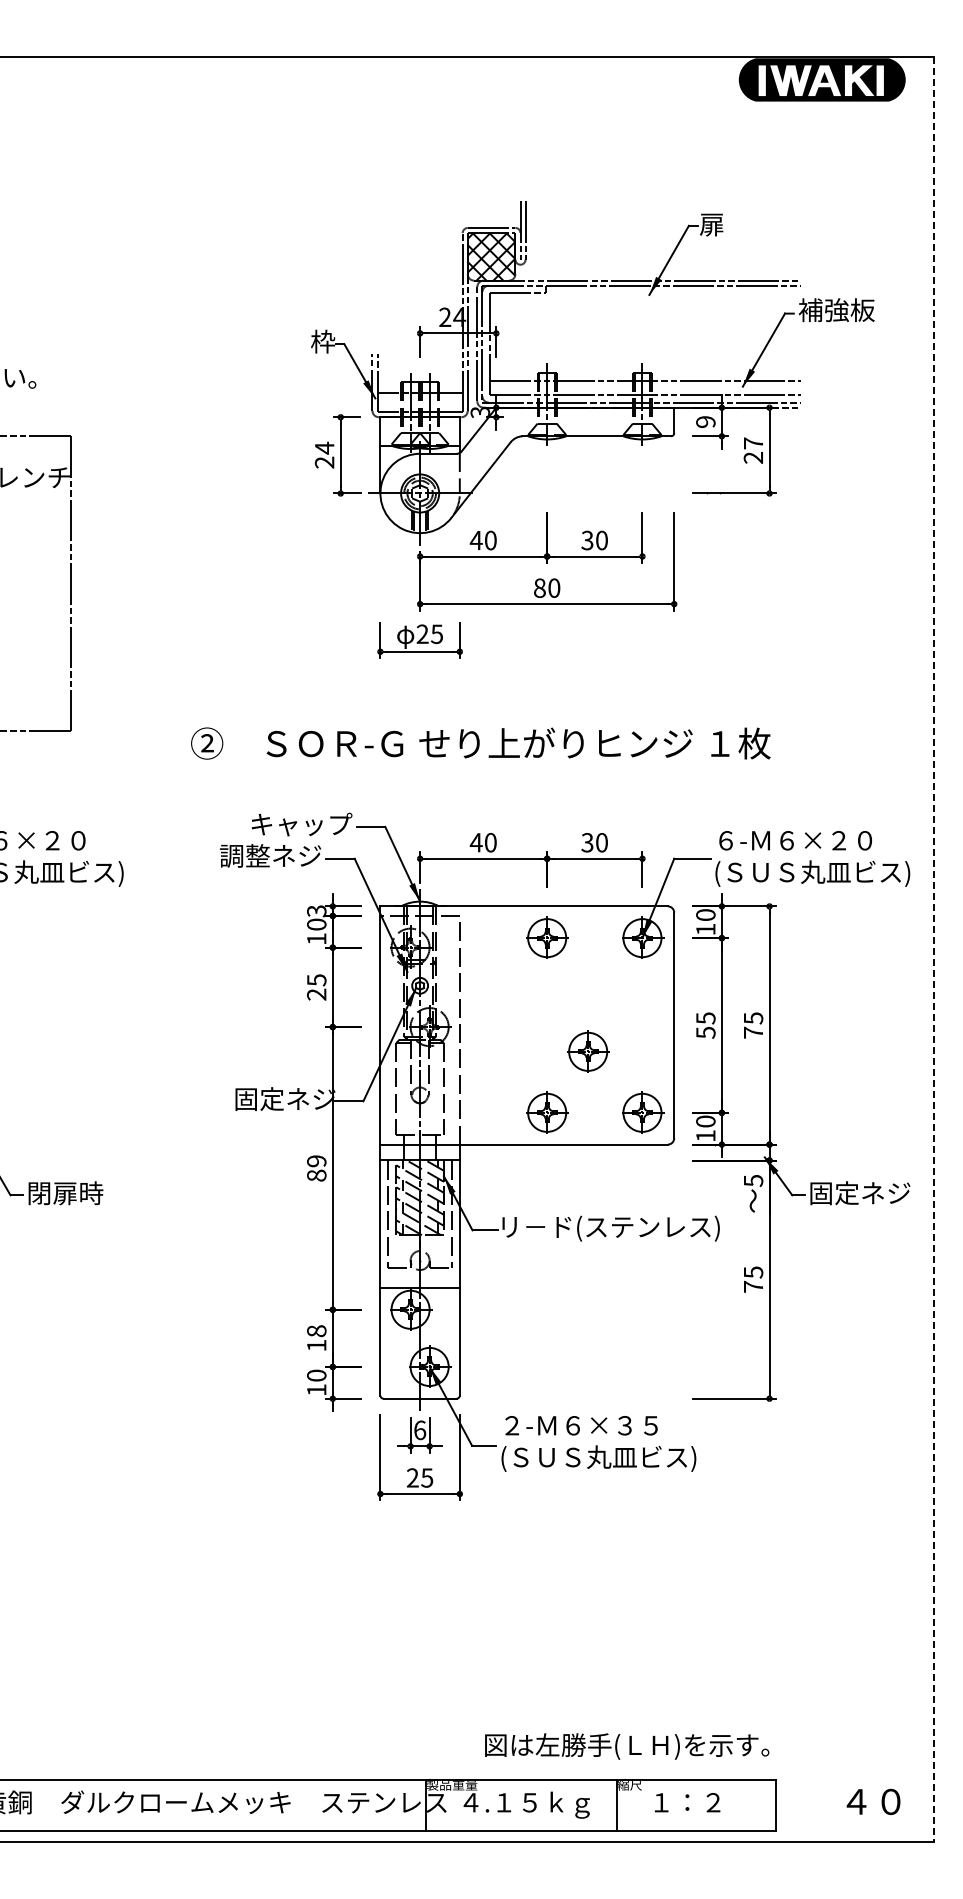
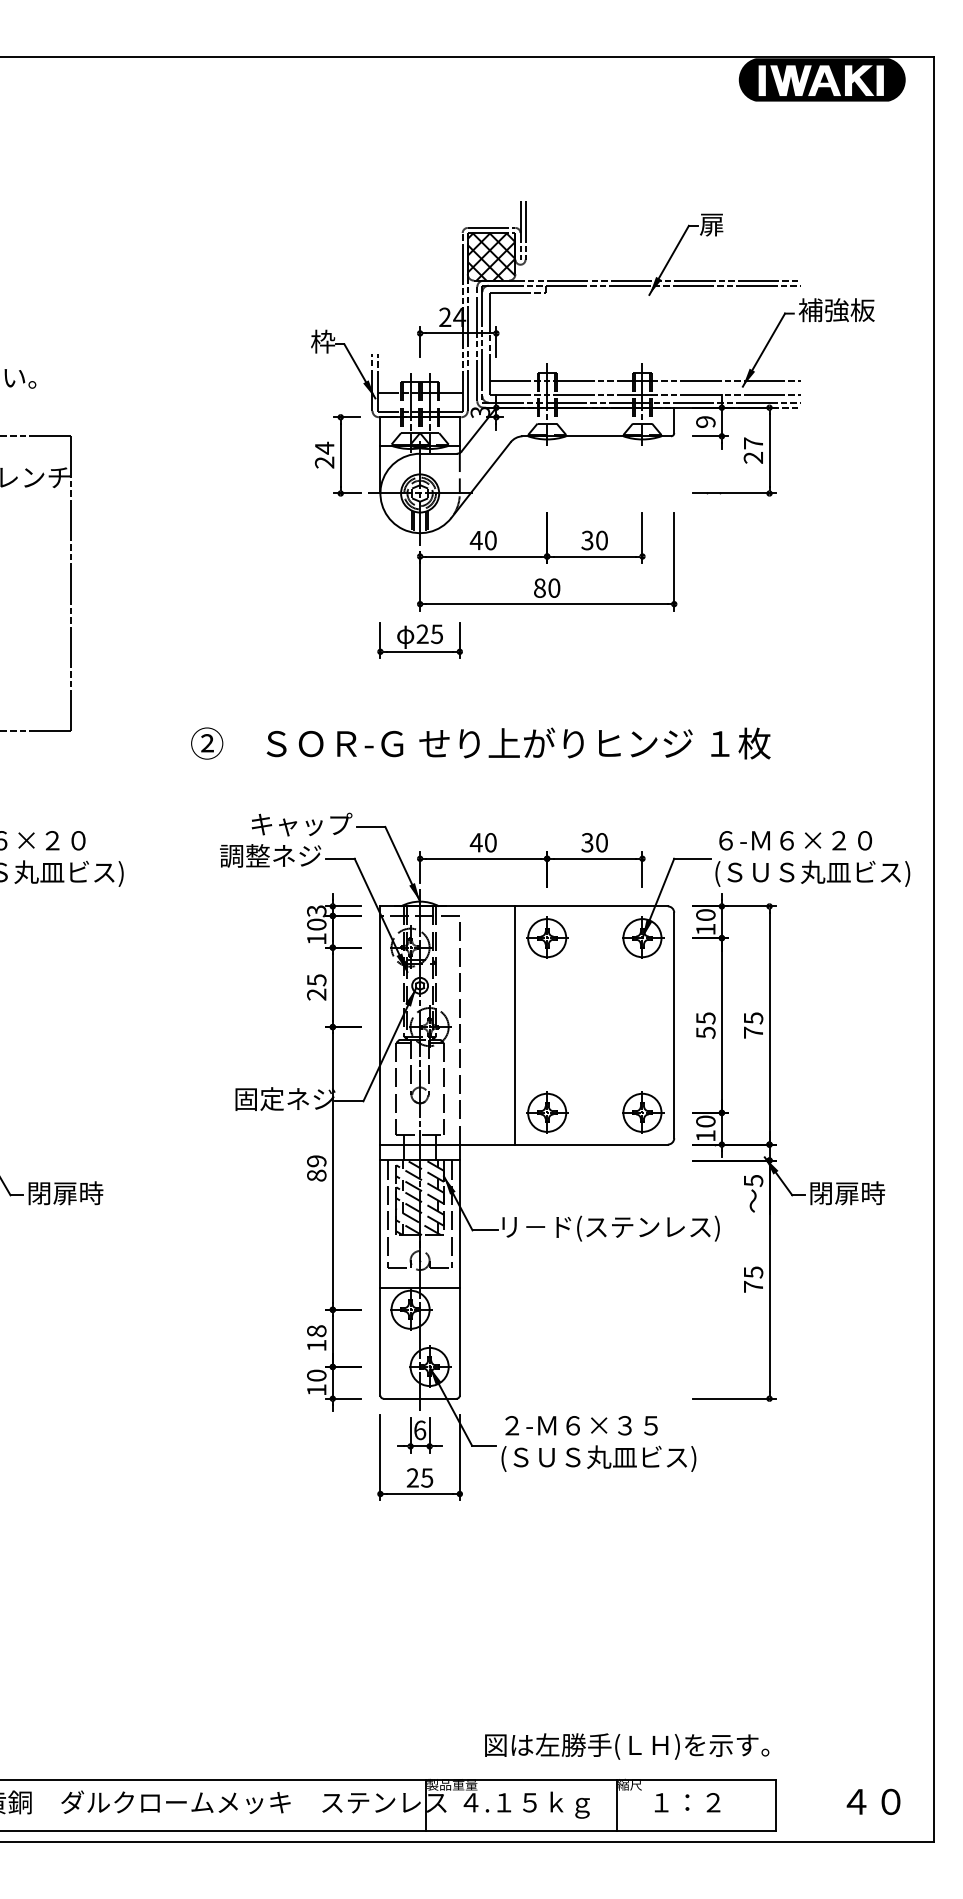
line at (934, 949): dashed -> solid
line at (515, 1025): none -> present
part at (588, 1051): present -> none
text at (860, 1193): 固定ネジ -> 閉扉時
